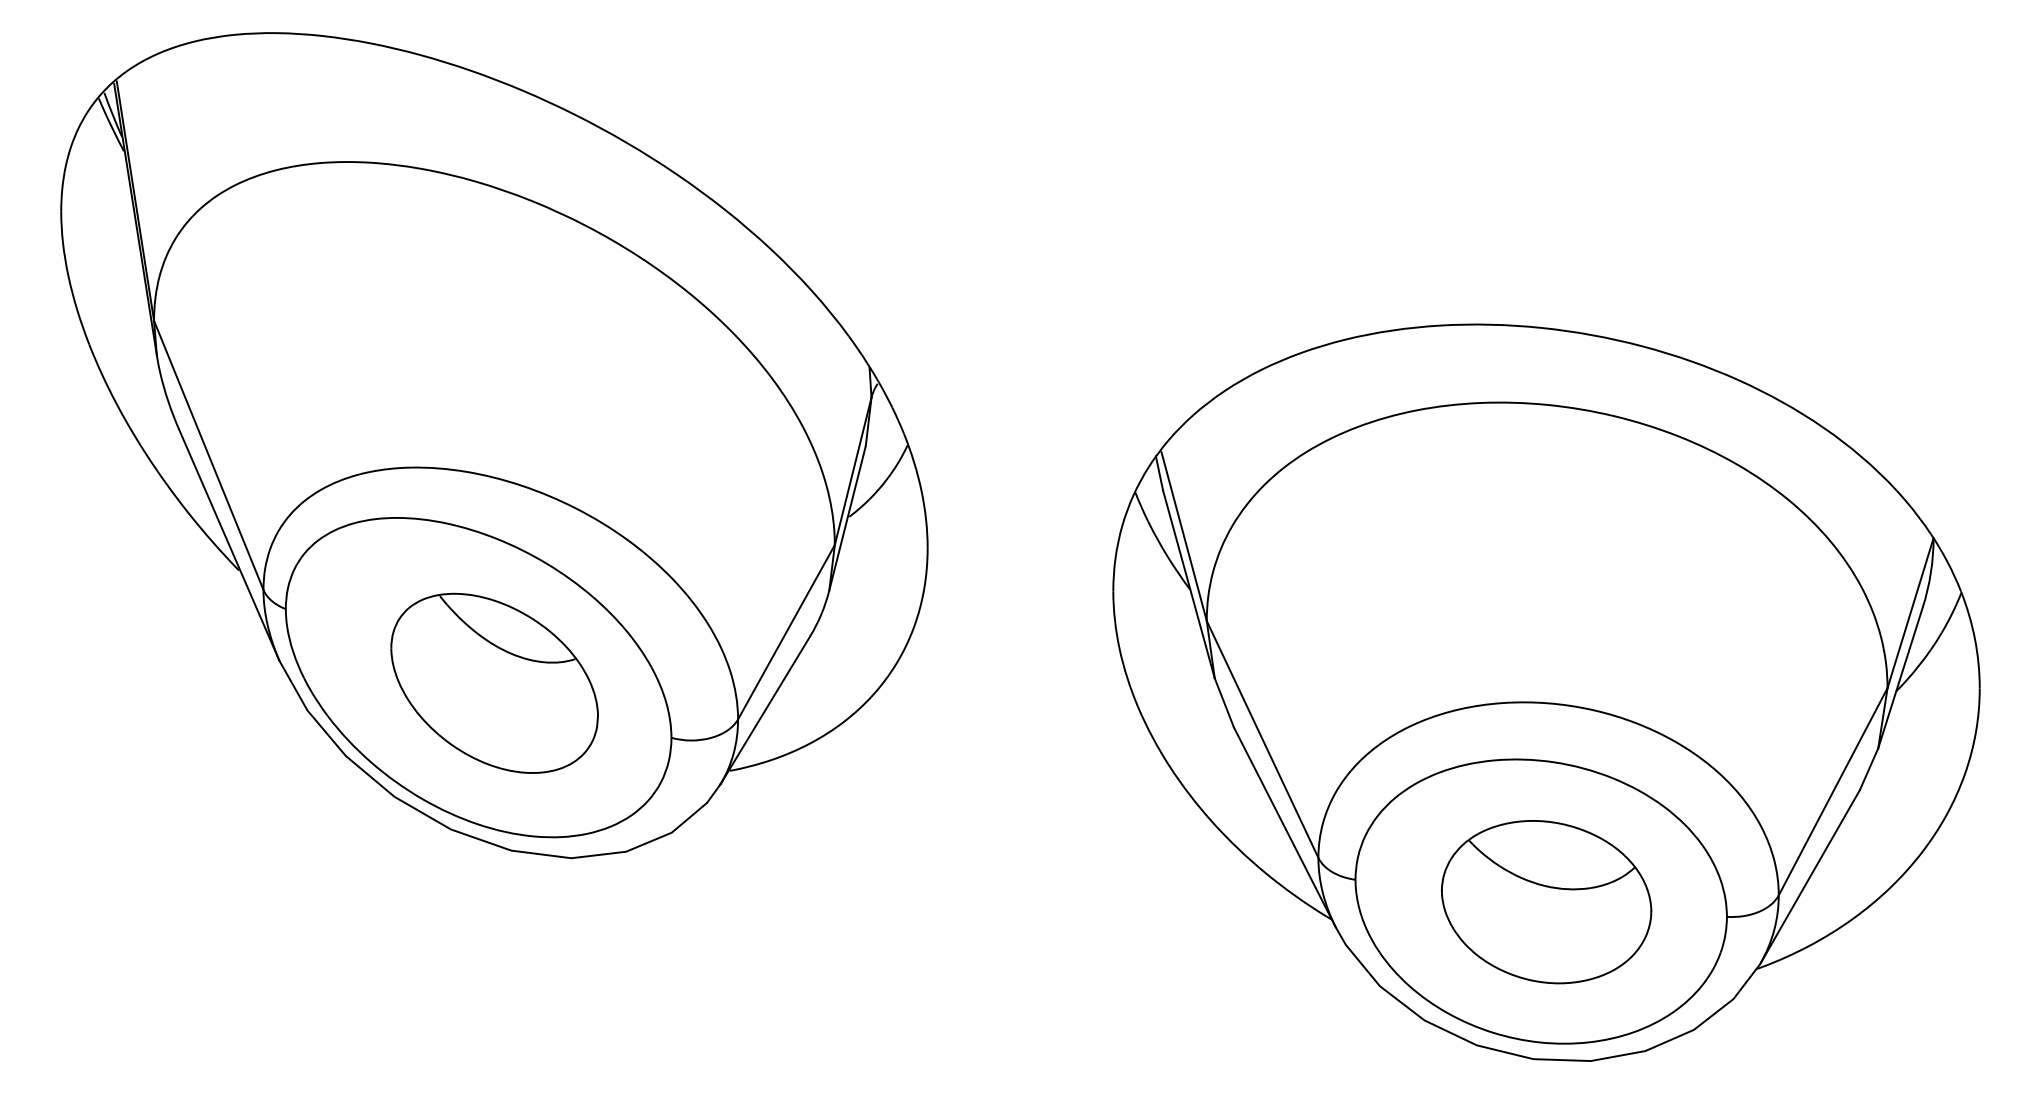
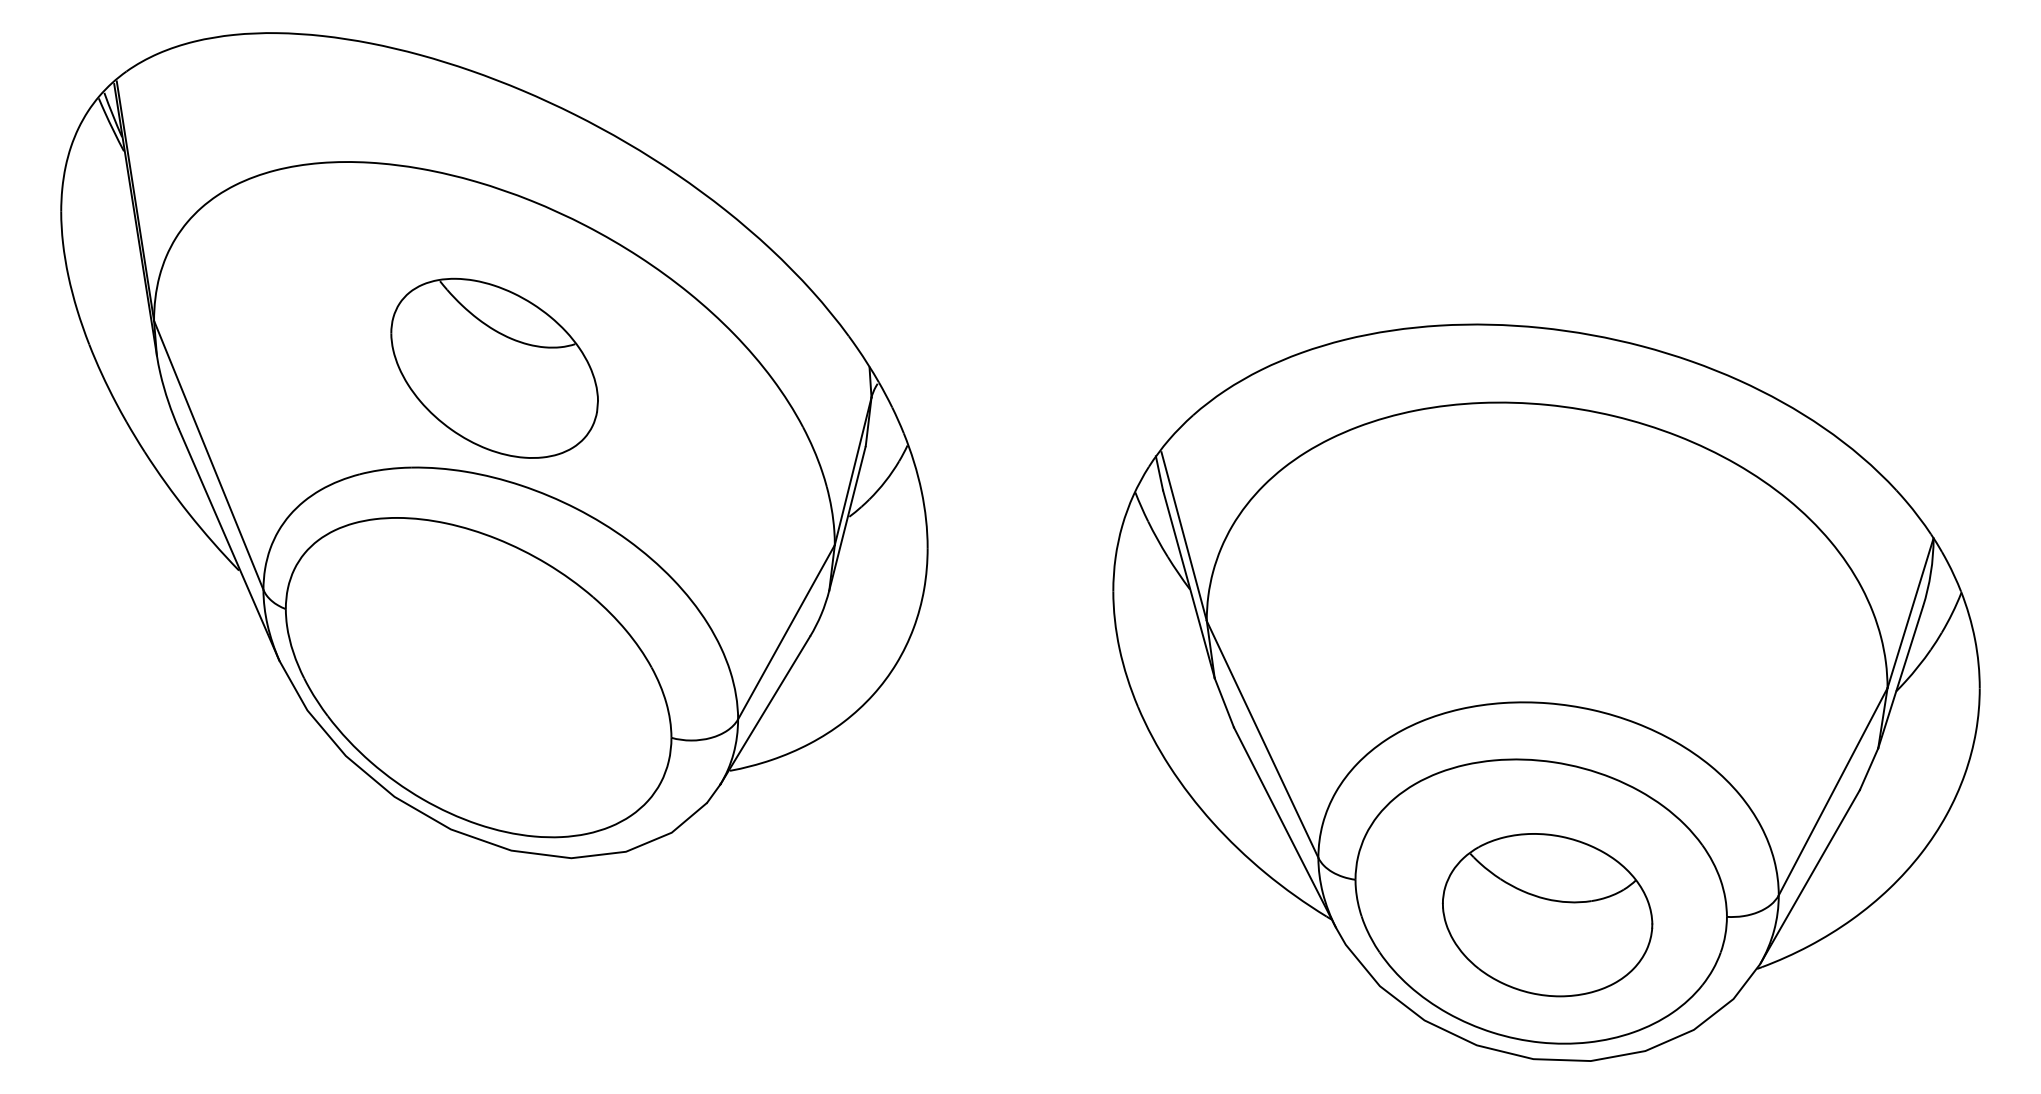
part at (494, 682) position: (494, 682) -> (494, 367)
part at (1546, 902) position: (1546, 902) -> (1547, 915)
